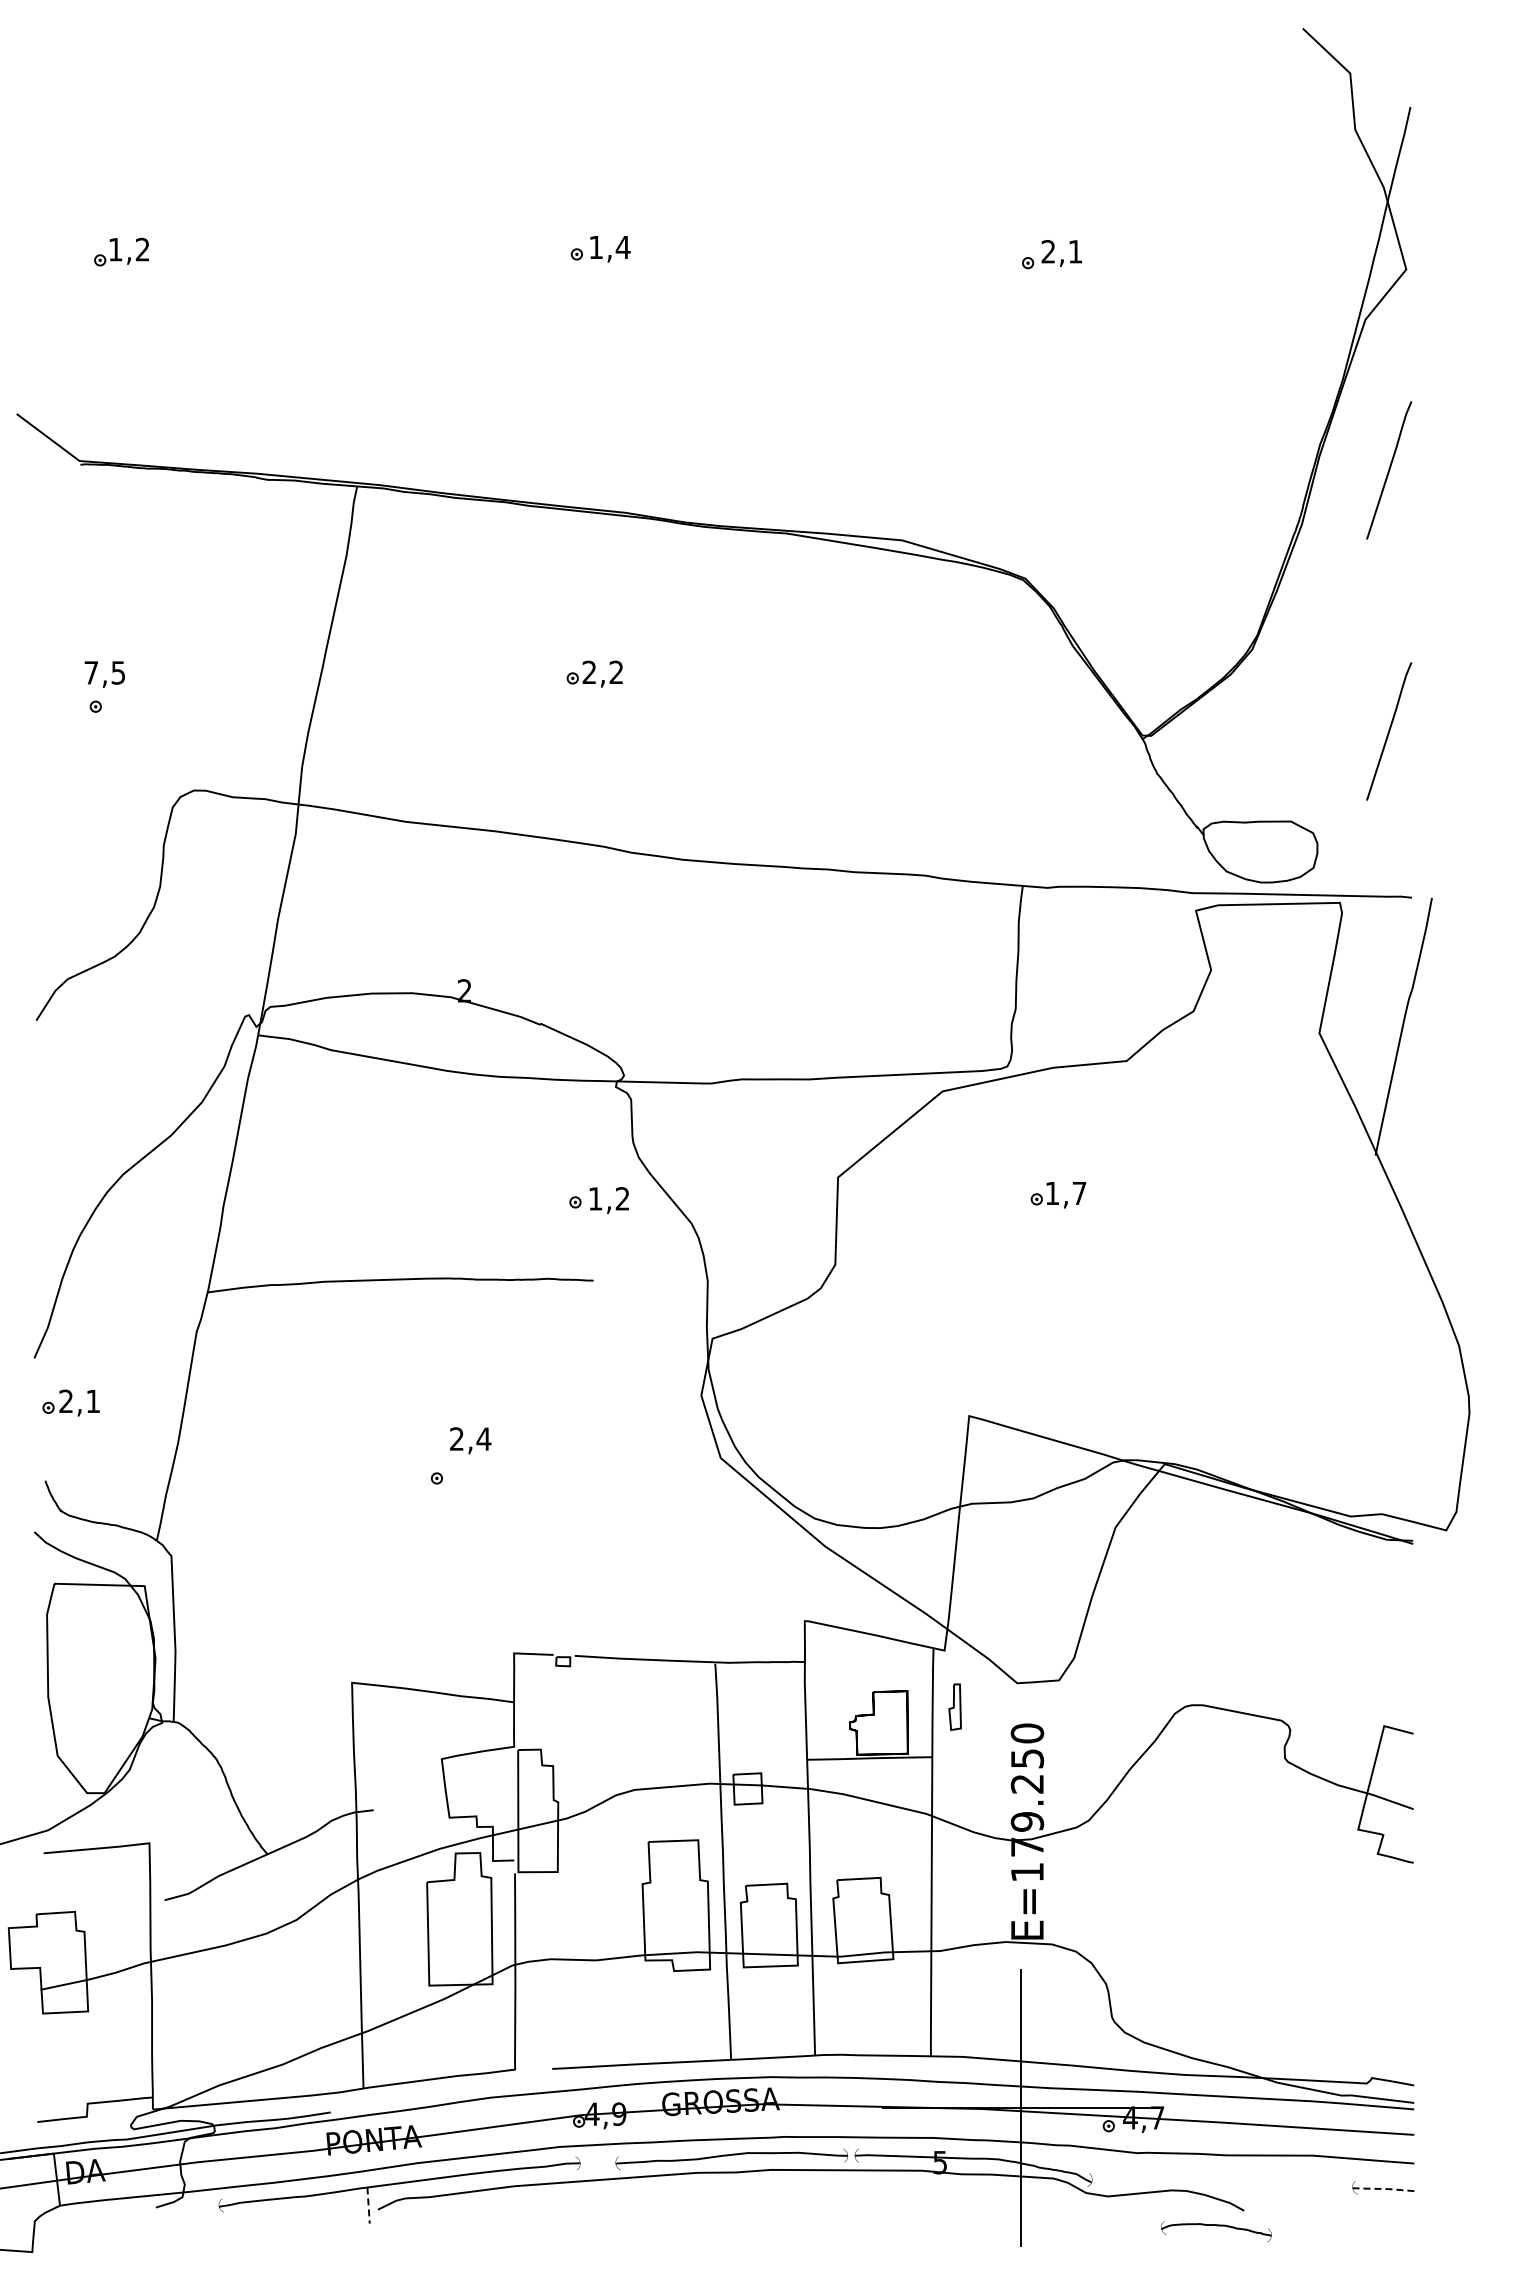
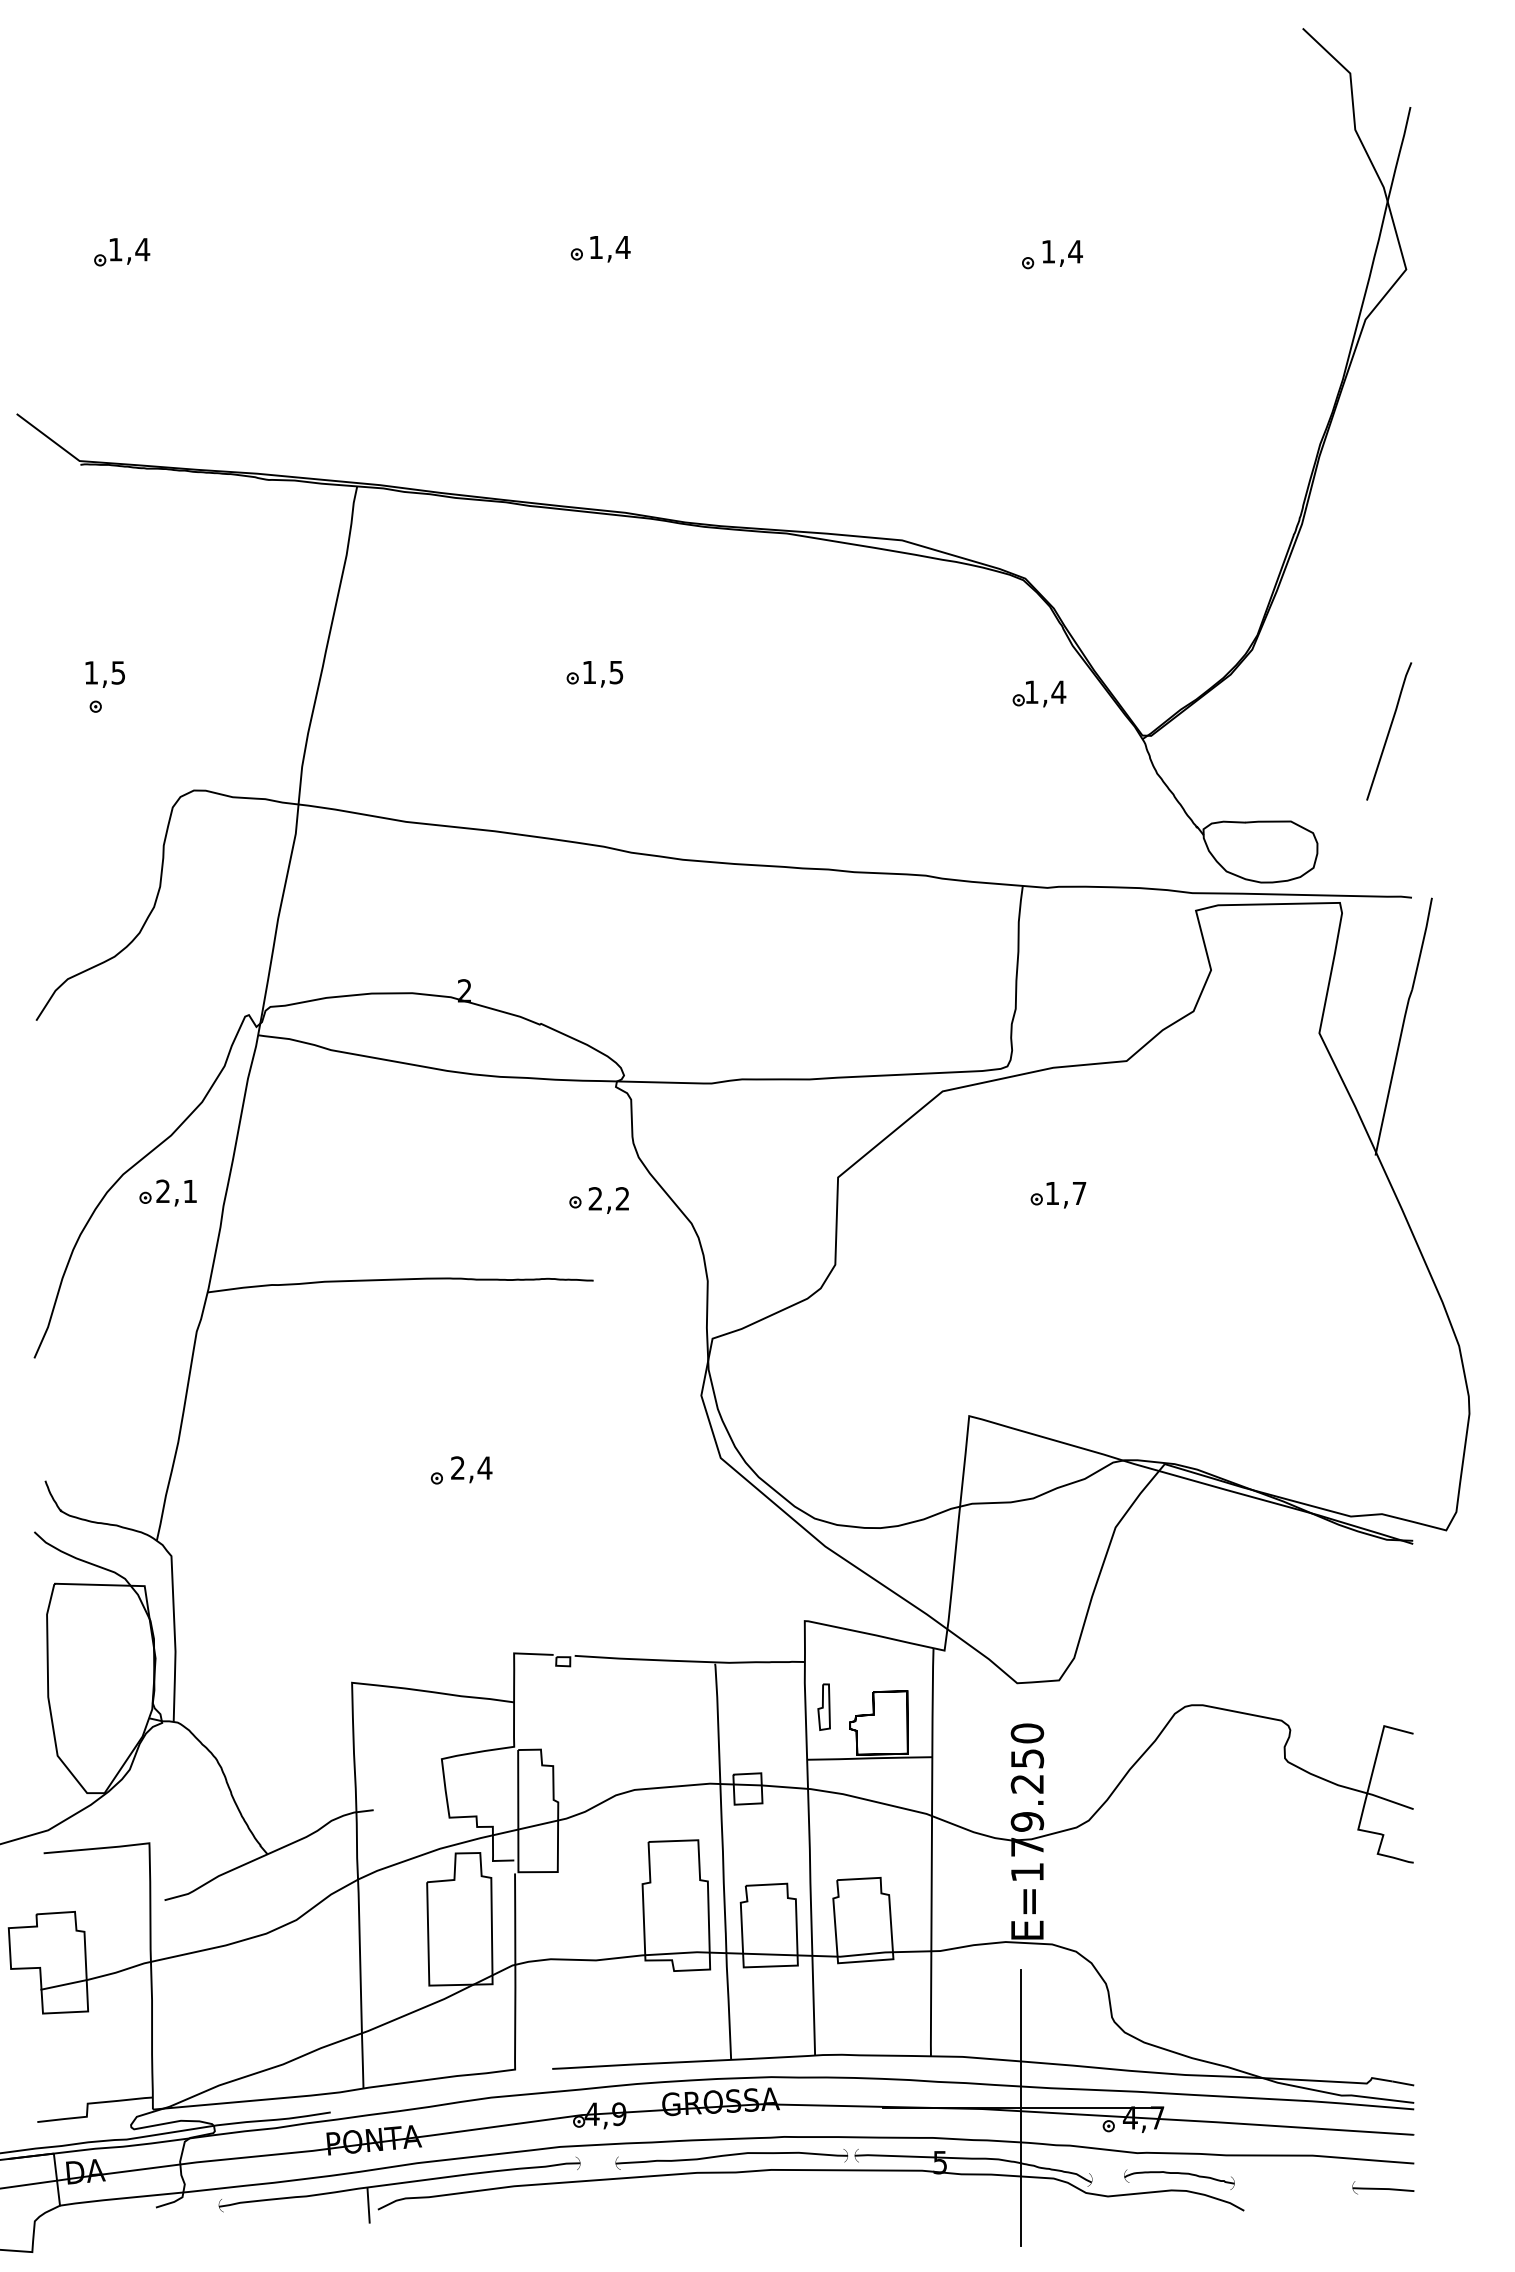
text at (142, 249): 1,2 -> 1,4
text at (1062, 251): 2,1 -> 1,4
line at (1389, 470): present -> none
text at (90, 672): 7,5 -> 1,5
text at (602, 672): 2,2 -> 1,5
part at (1039, 693): none -> present
text at (595, 1198): 1,2 -> 2,2
part at (70, 1402) position: (70, 1402) -> (167, 1192)
text at (470, 1440) position: (470, 1440) -> (471, 1469)
part at (954, 1706) position: (954, 1706) -> (823, 1706)
line at (1383, 2188): dashed -> solid
line at (368, 2206): dashed -> solid
part at (1216, 2231) position: (1216, 2231) -> (1179, 2179)
